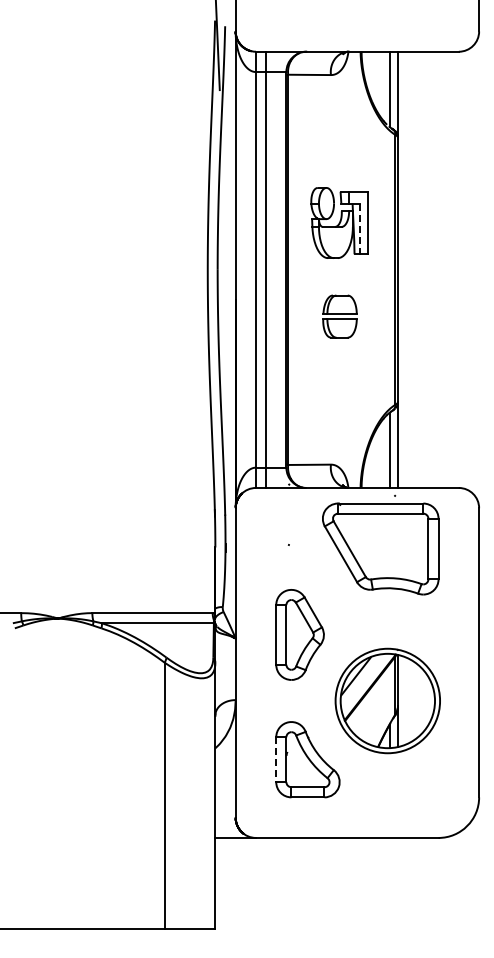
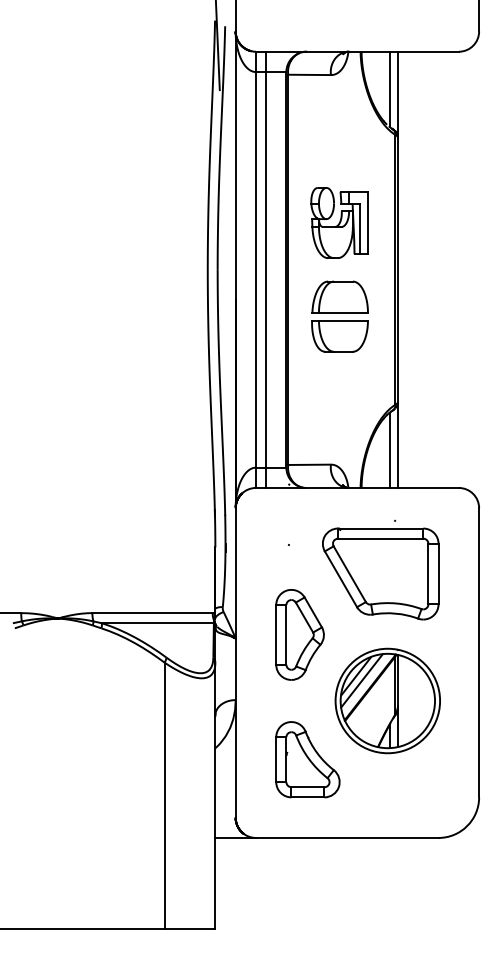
line at (360, 229): dashed -> solid
part at (339, 316) size: 36x45 px -> 58x73 px
part at (380, 544) position: (380, 544) -> (380, 569)
line at (361, 680): none -> present
line at (276, 760): dashed -> solid
